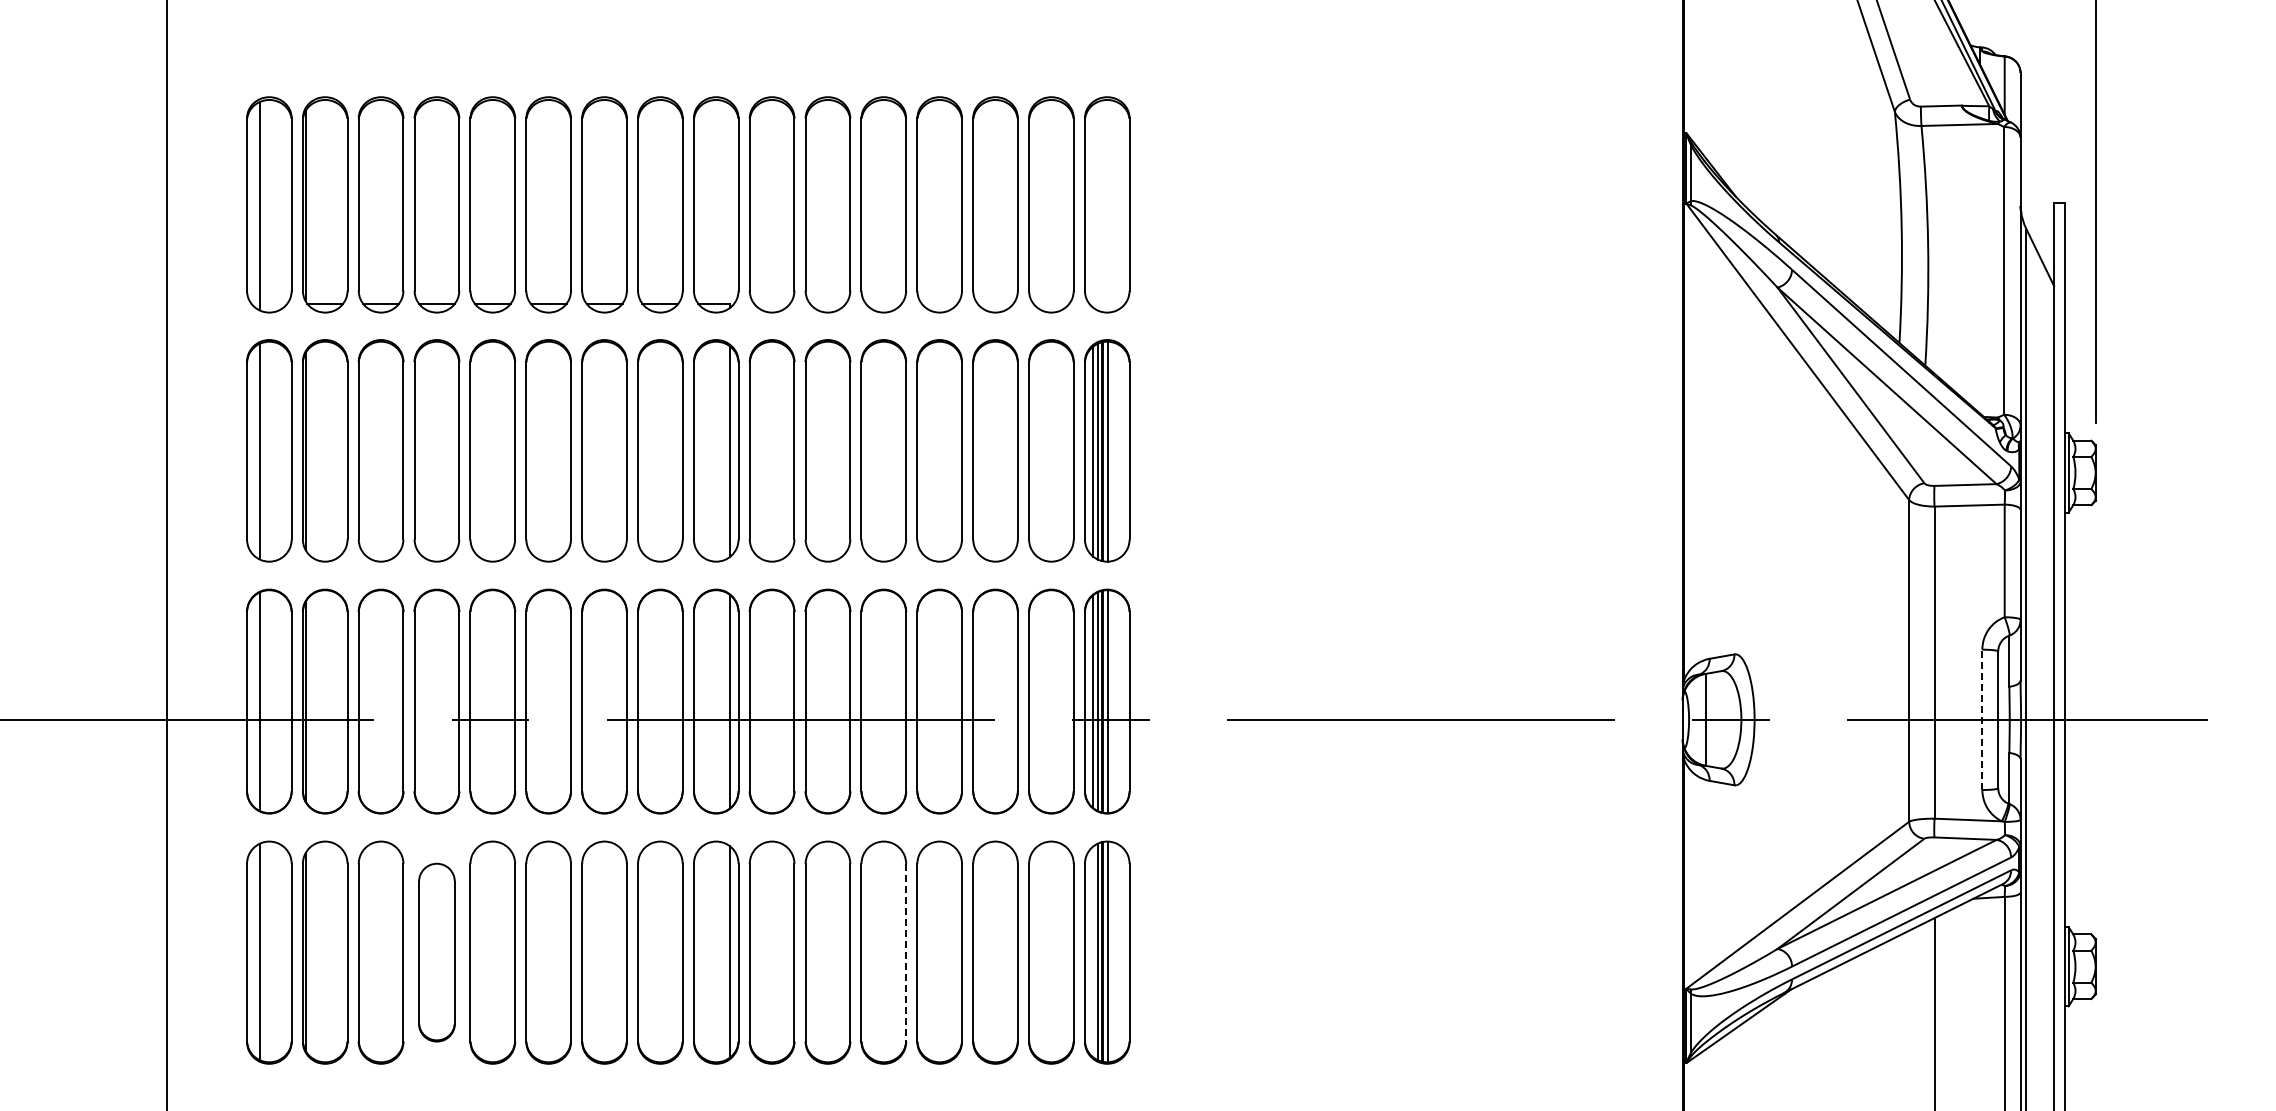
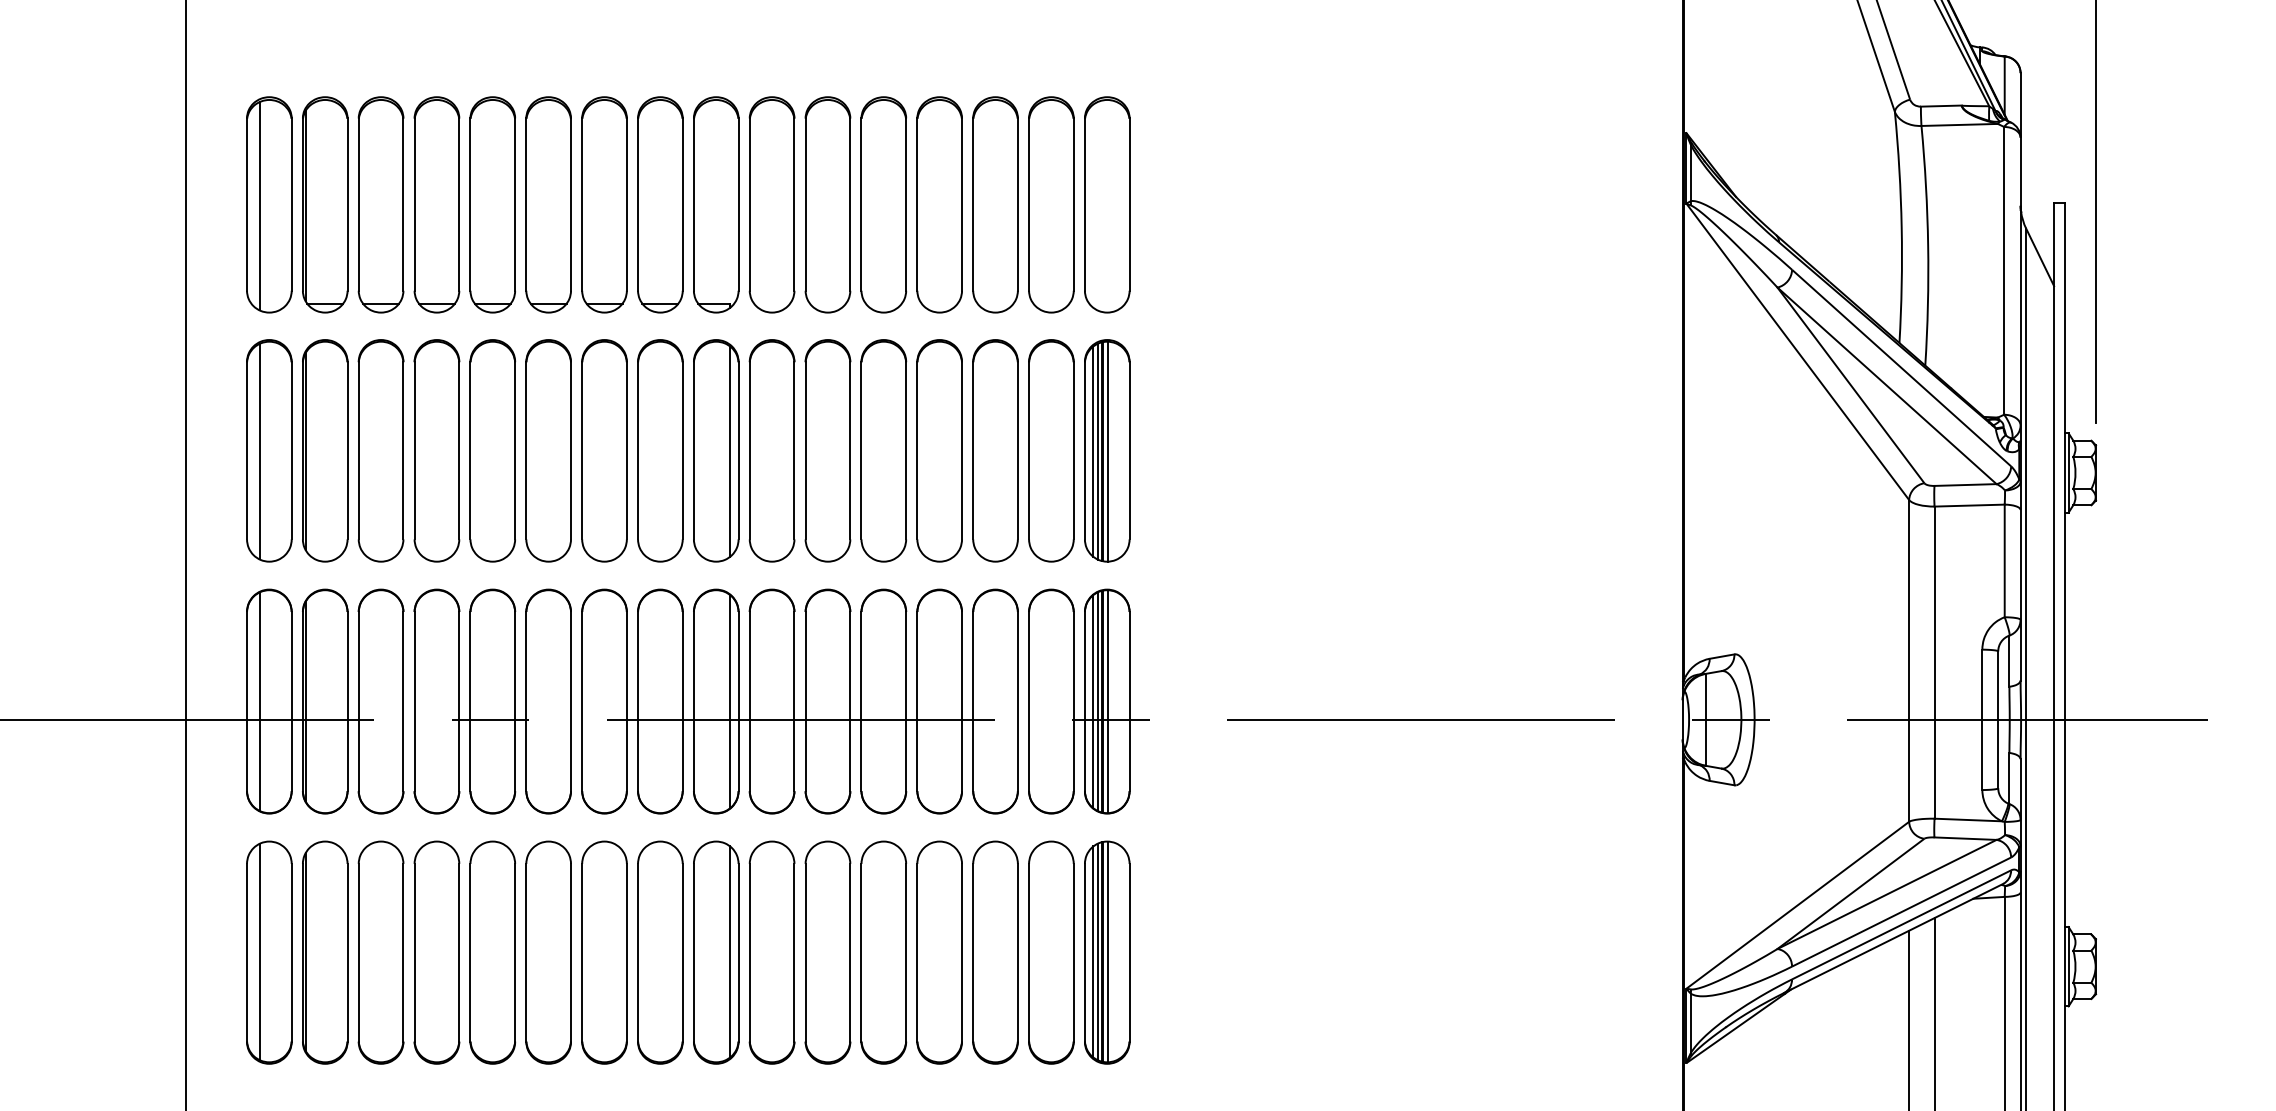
line at (166, 554) position: (166, 554) -> (185, 554)
line at (1982, 719): dashed -> solid
line at (1093, 951): none -> present
part at (436, 952) size: 38x181 px -> 48x225 px
line at (906, 952): dashed -> solid
line at (1909, 1018): none -> present
